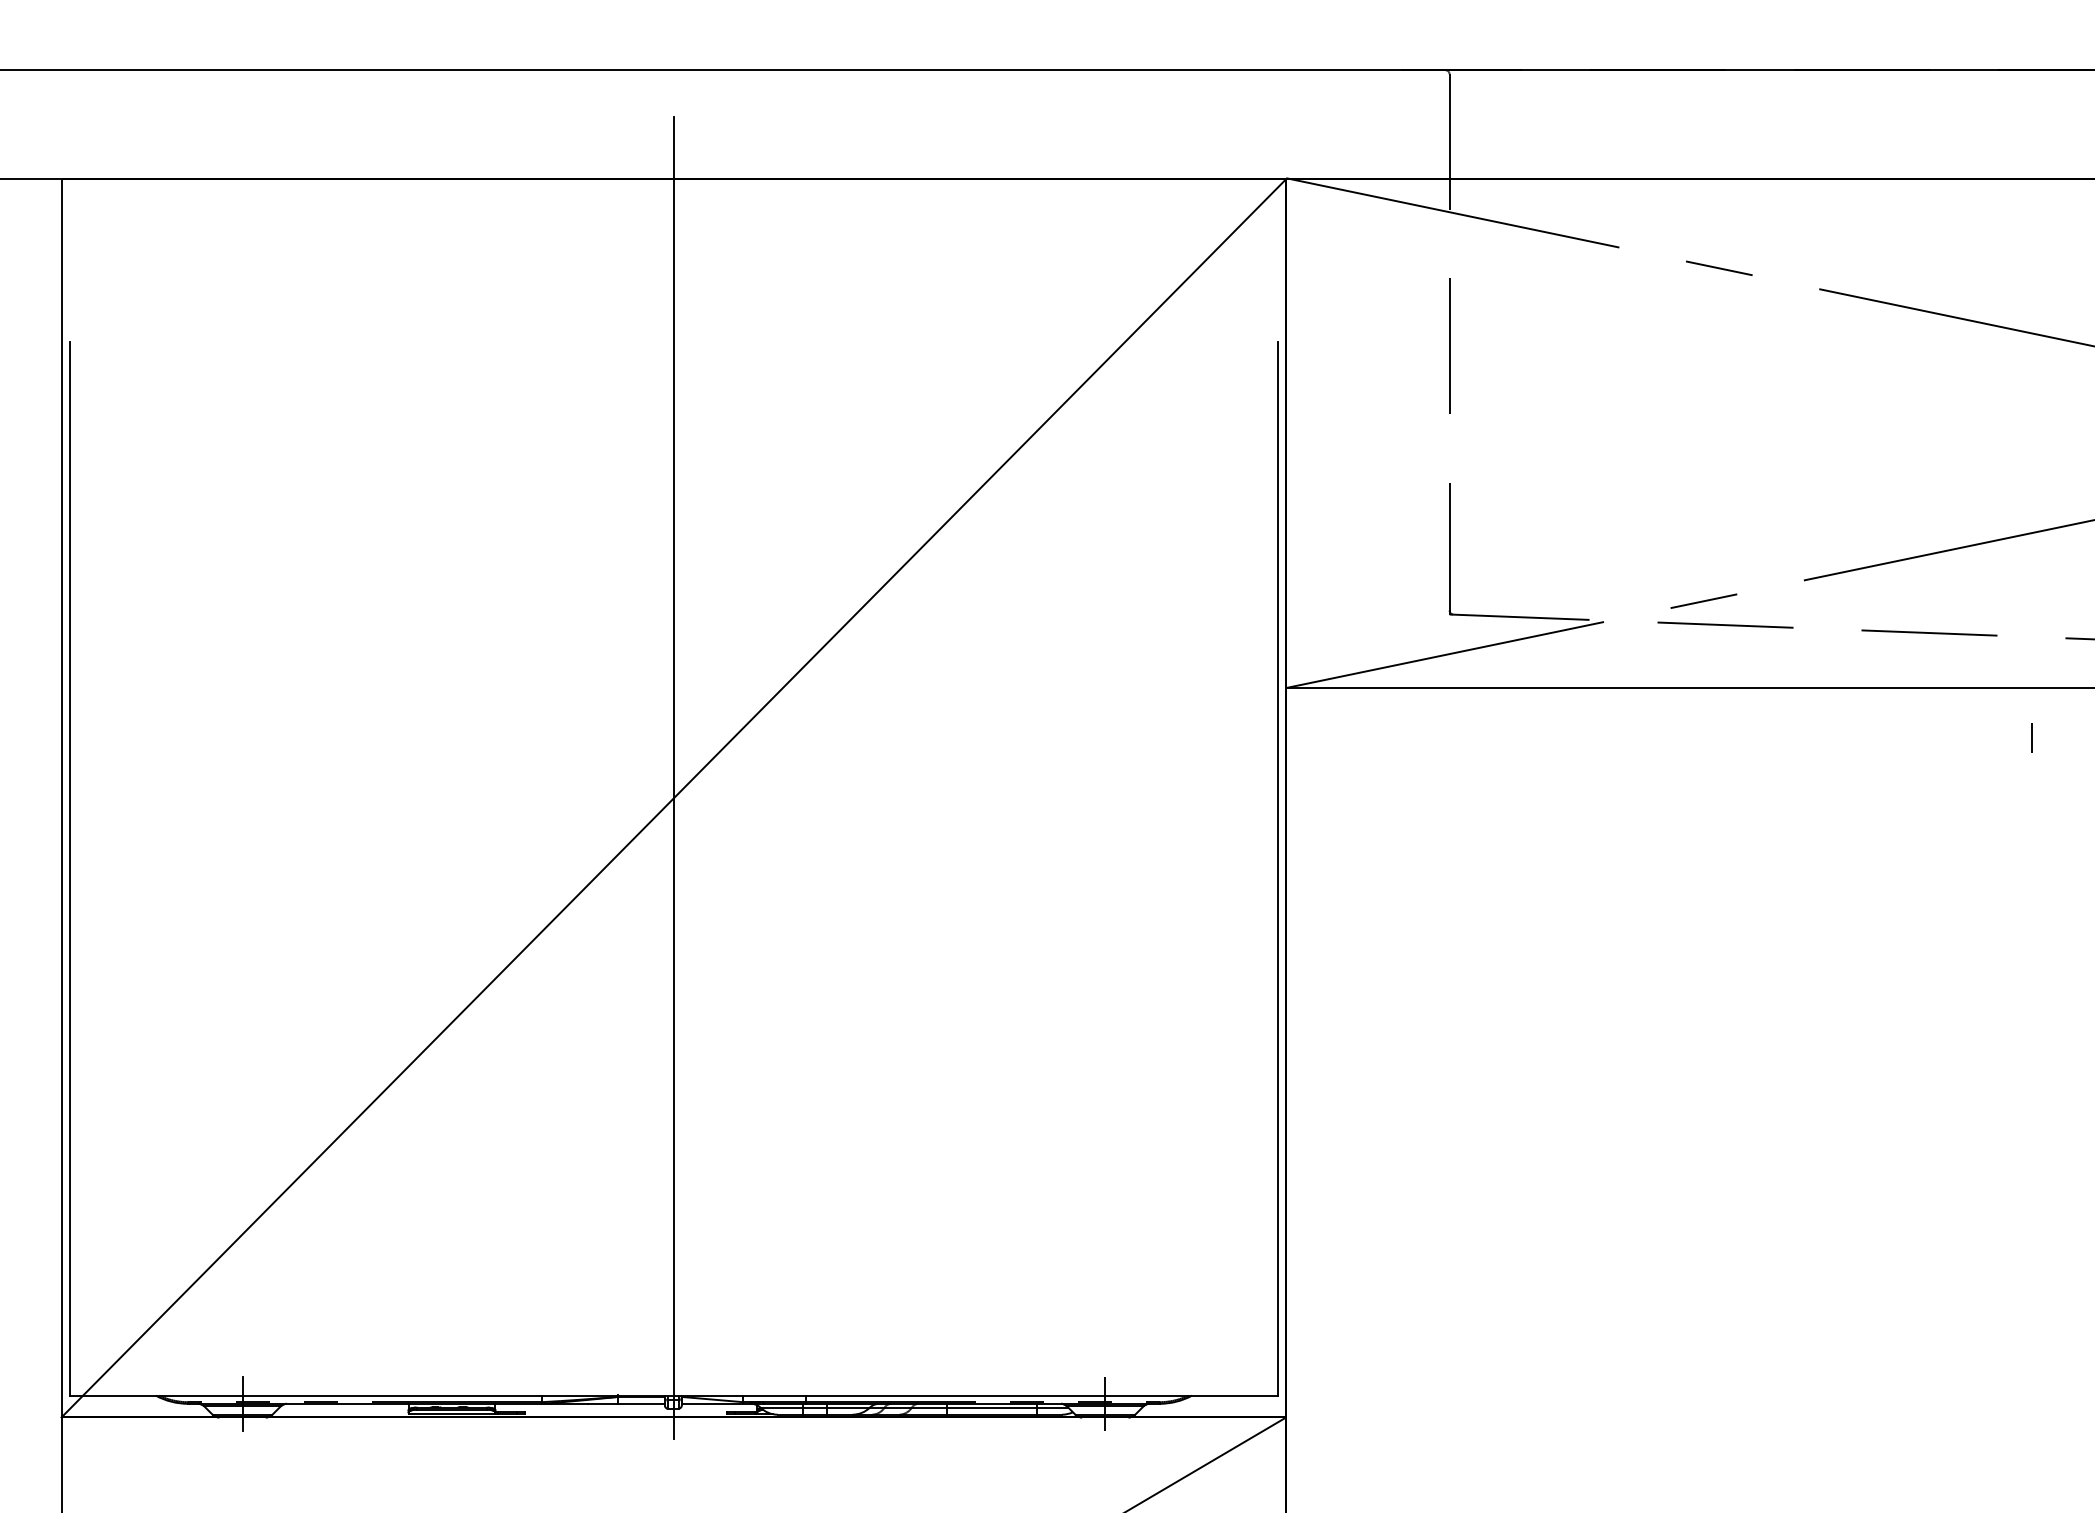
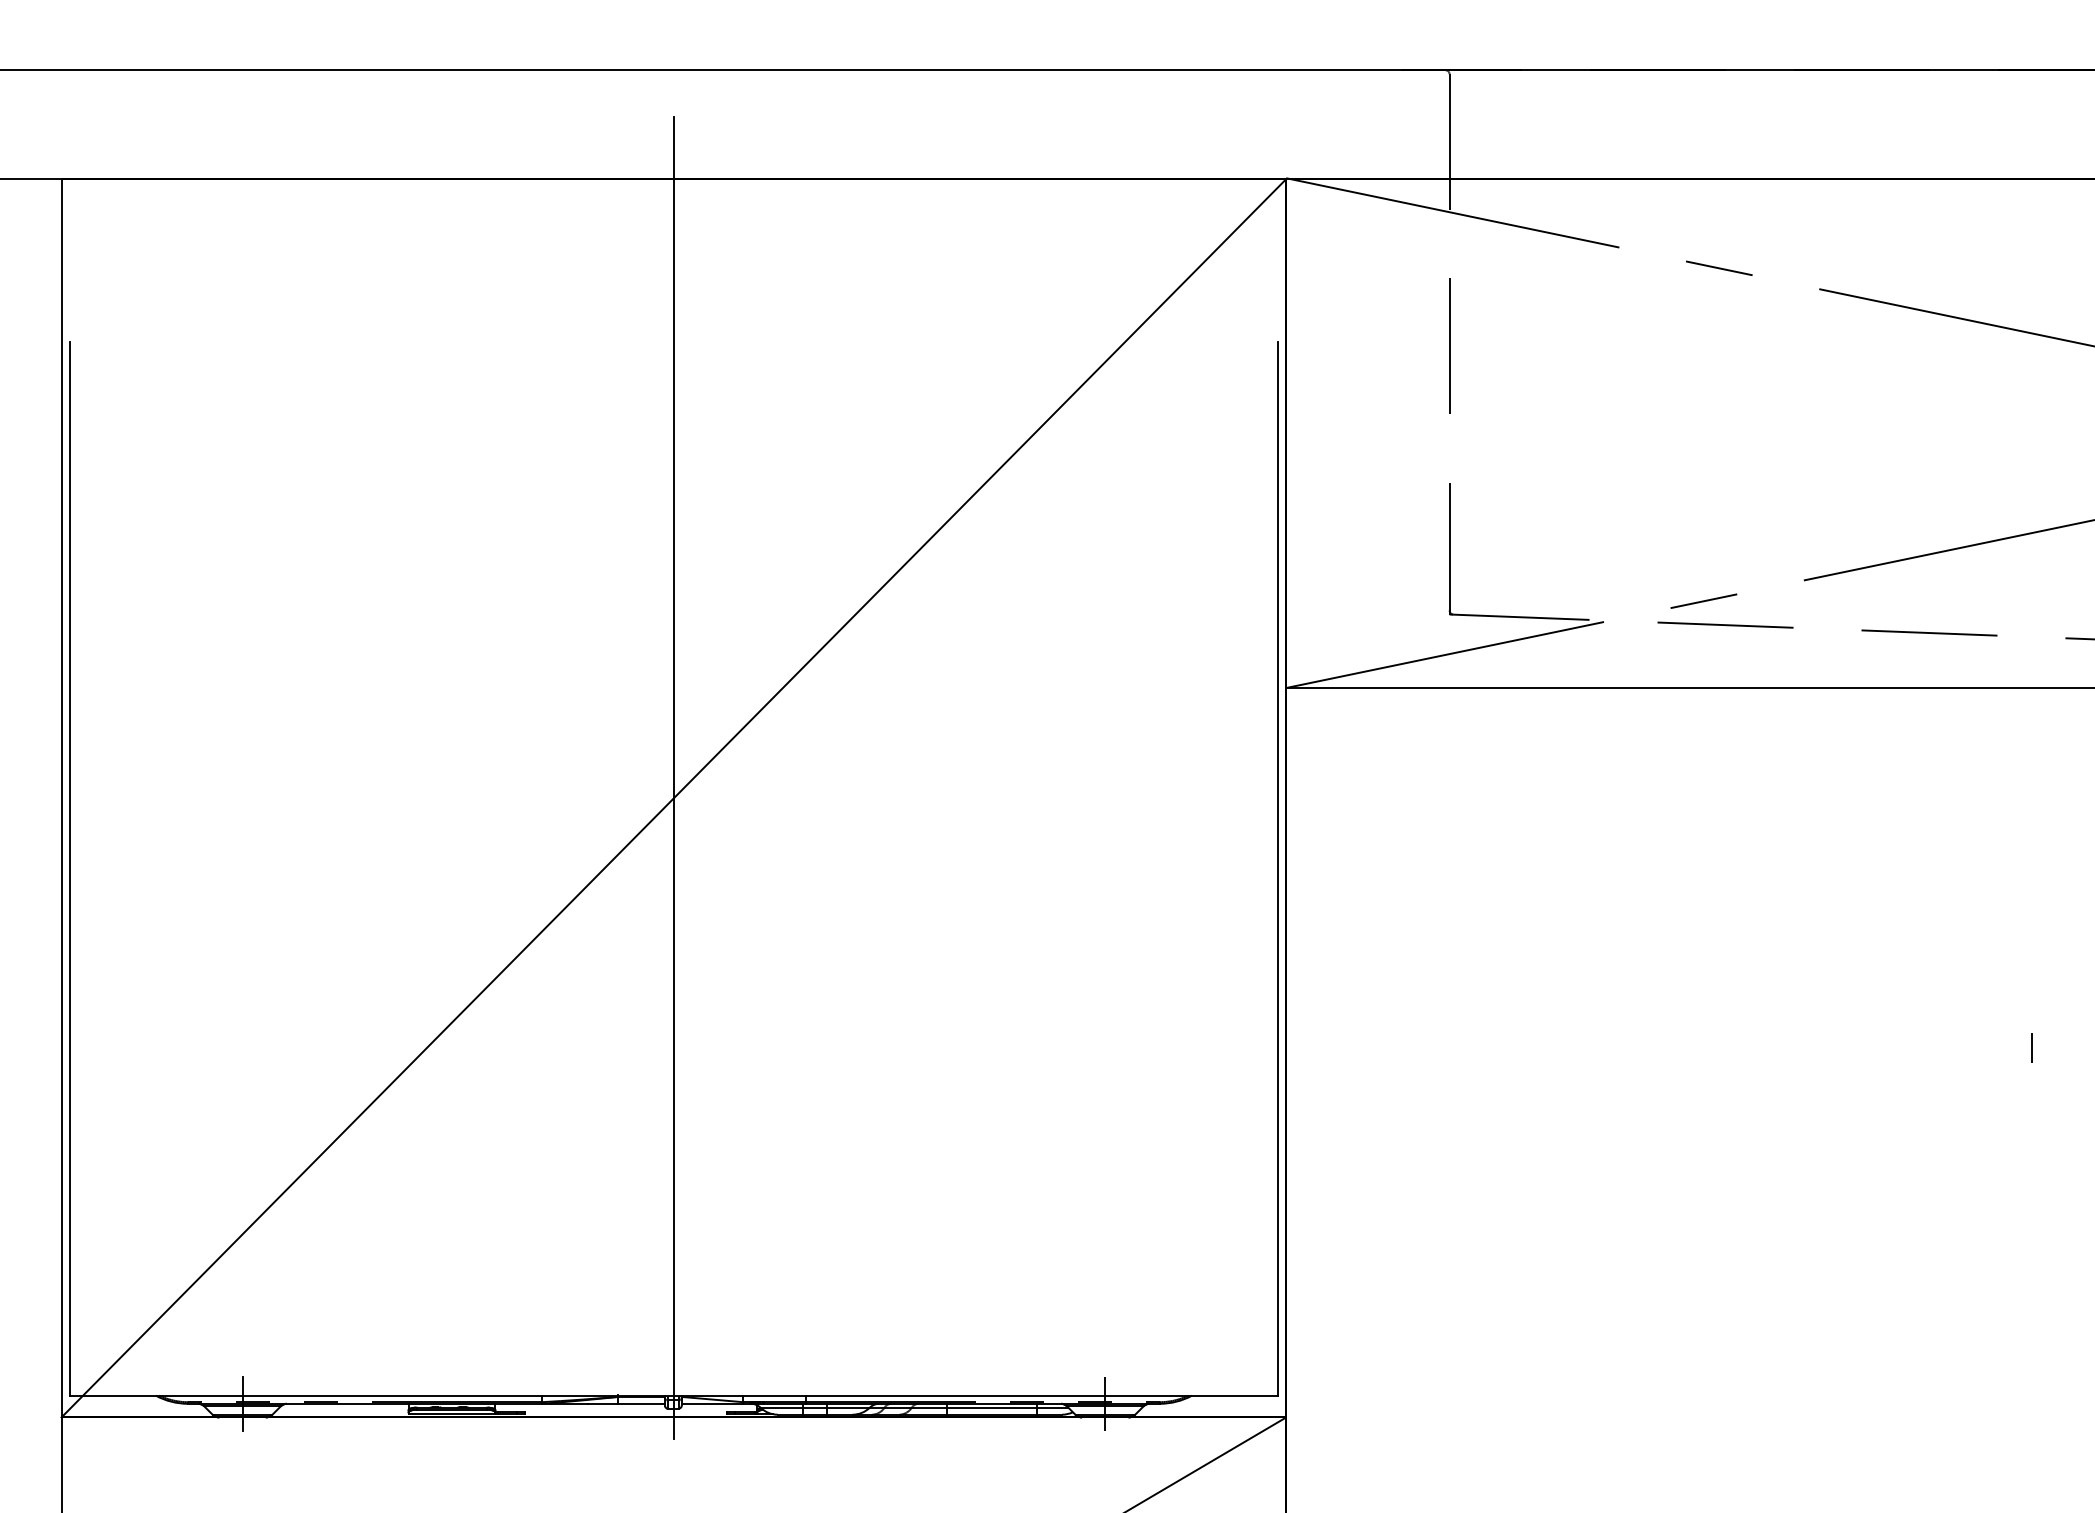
line at (2031, 737) position: (2031, 737) -> (2031, 1047)
